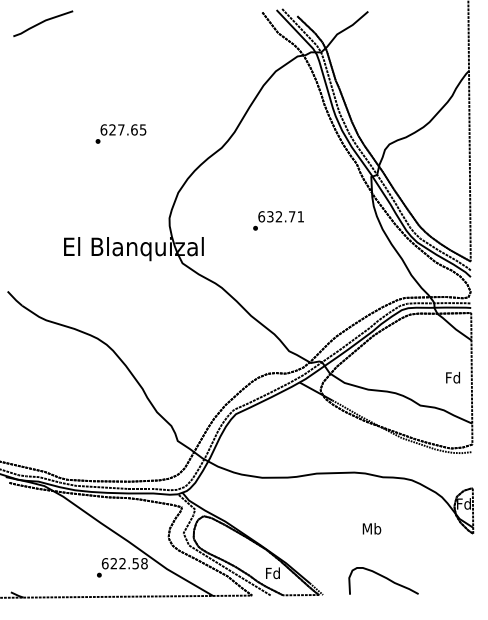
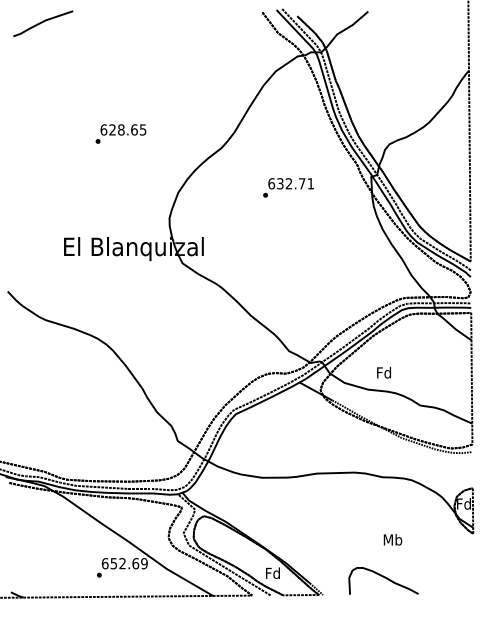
text at (121, 129): 627.65 -> 628.65
text at (278, 220) position: (278, 220) -> (288, 187)
text at (452, 377) position: (452, 377) -> (383, 372)
text at (371, 528) position: (371, 528) -> (392, 539)
text at (128, 563): 622.58 -> 652.69
